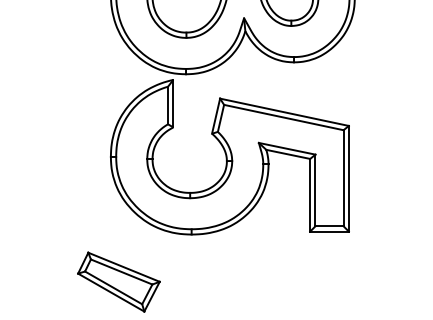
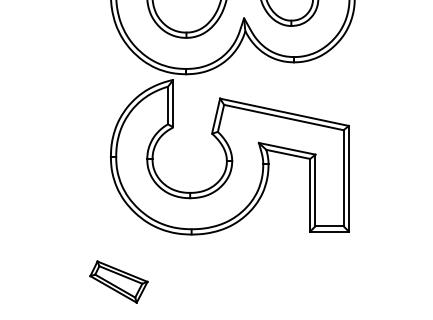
part at (118, 281) size: 84x62 px -> 60x44 px
